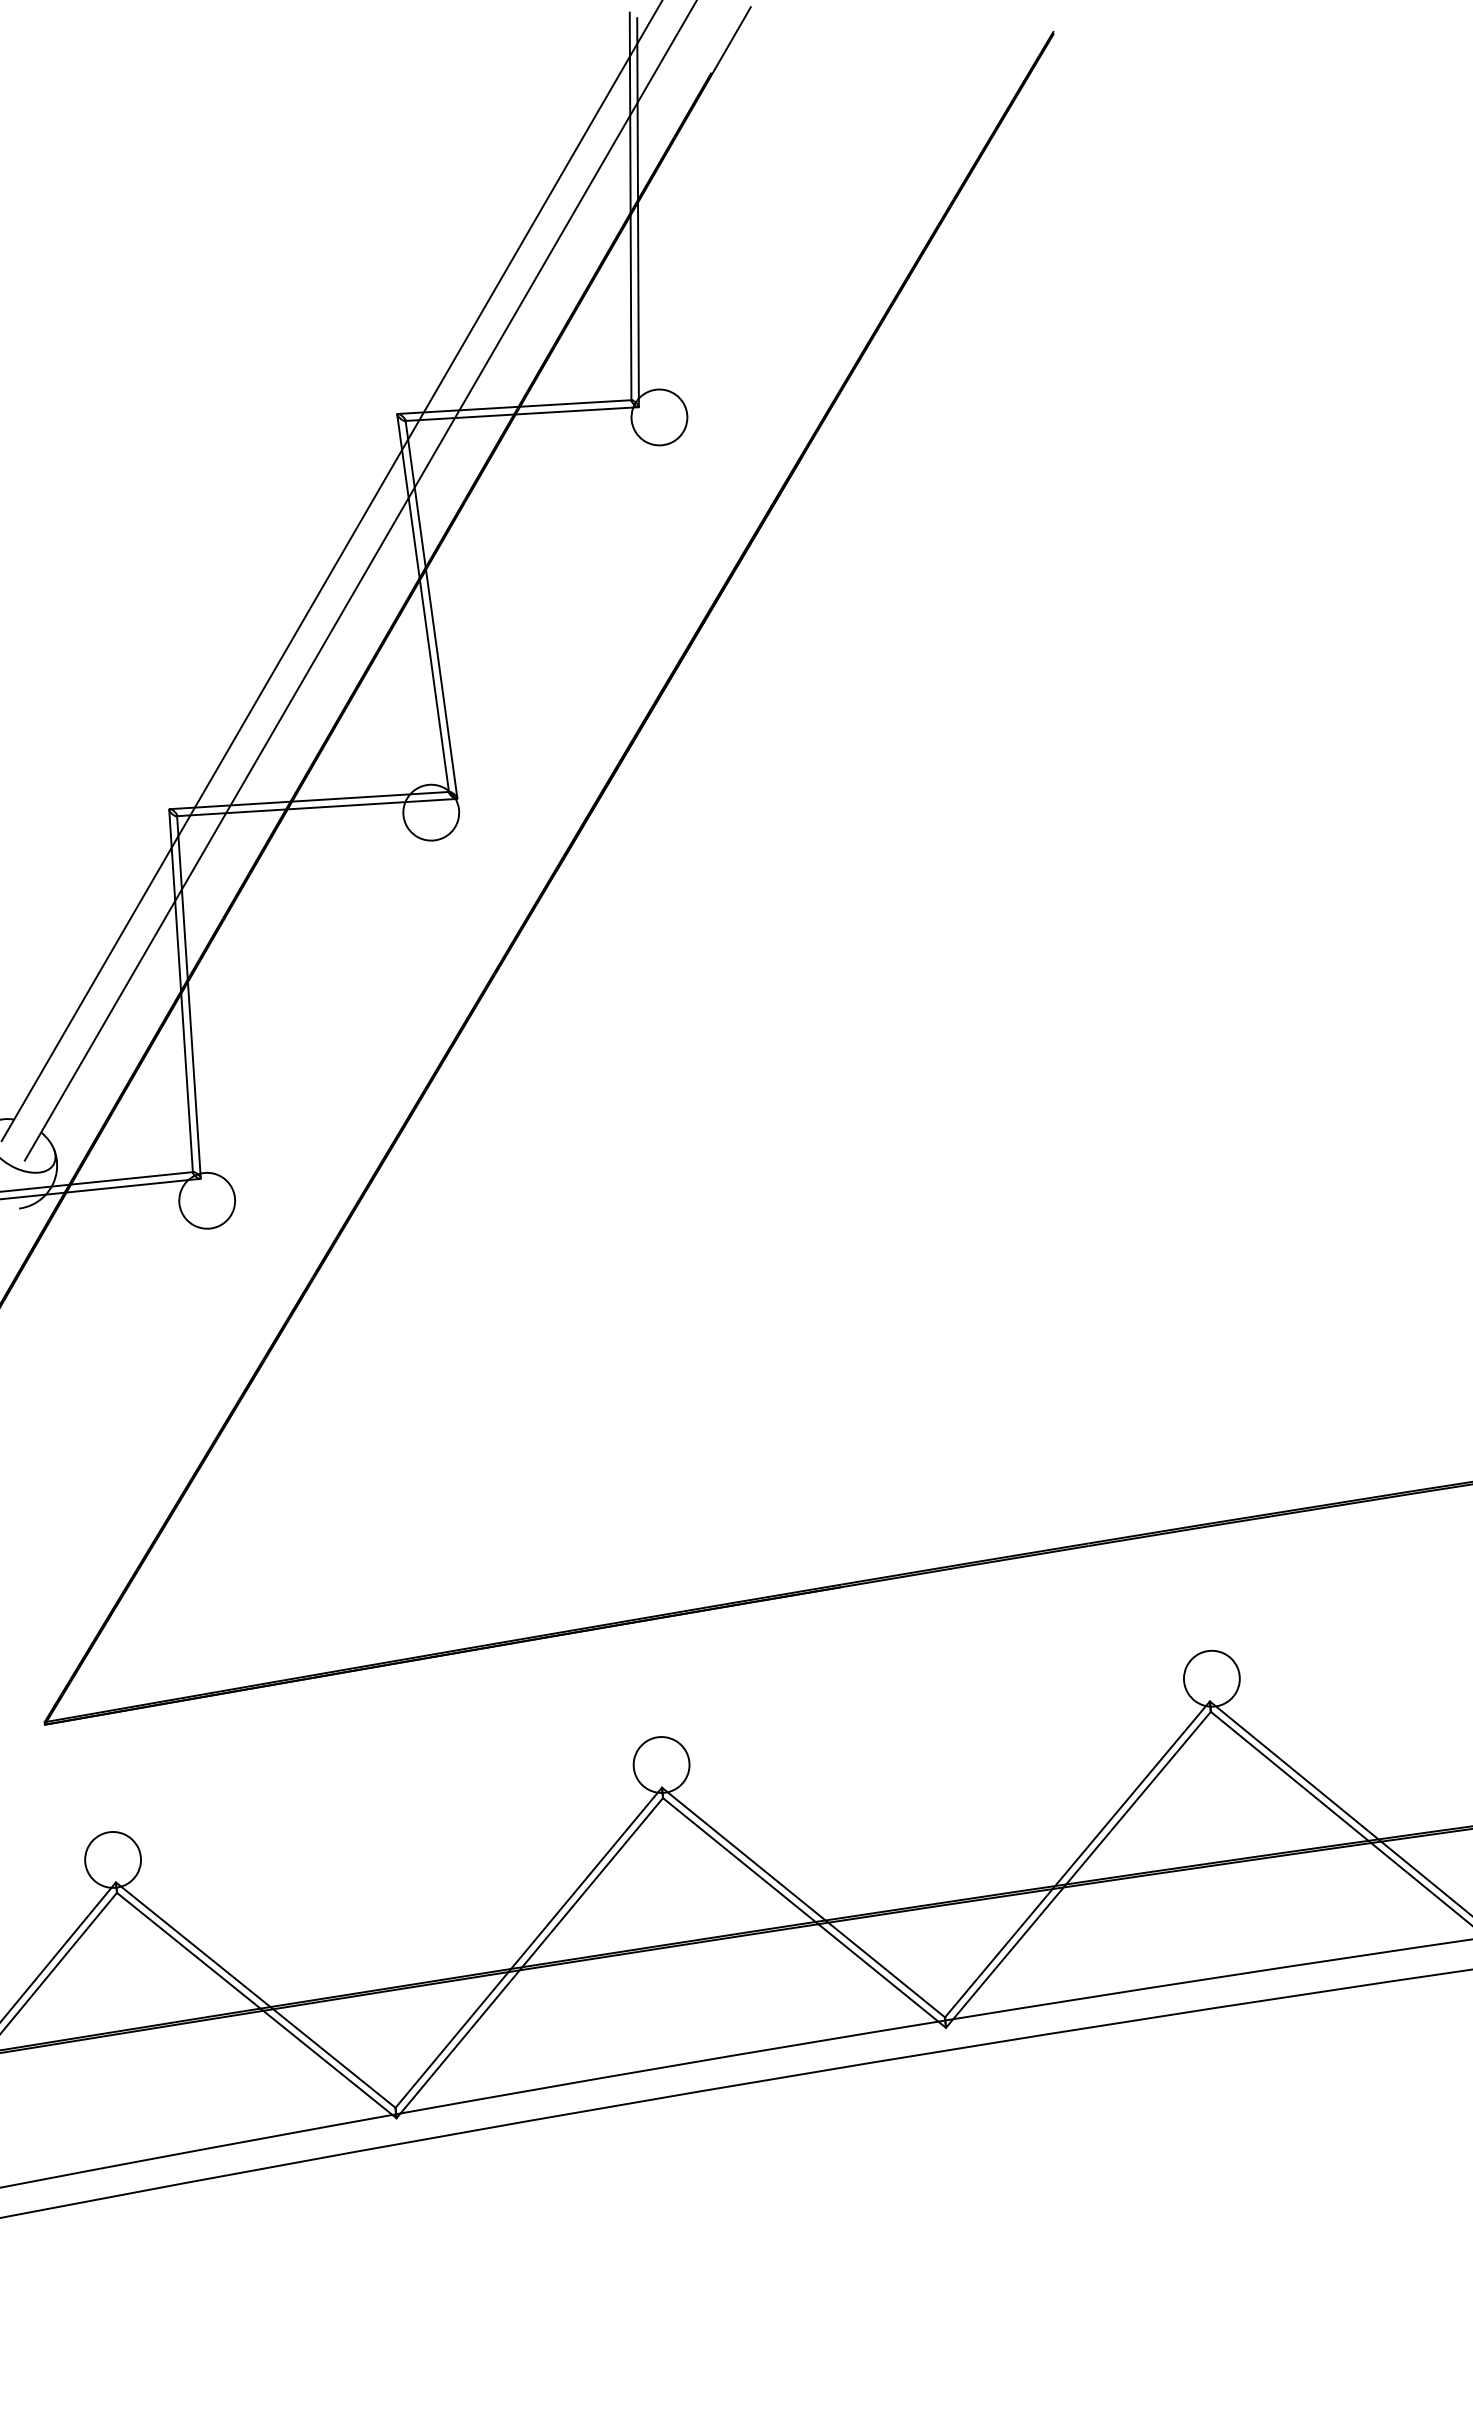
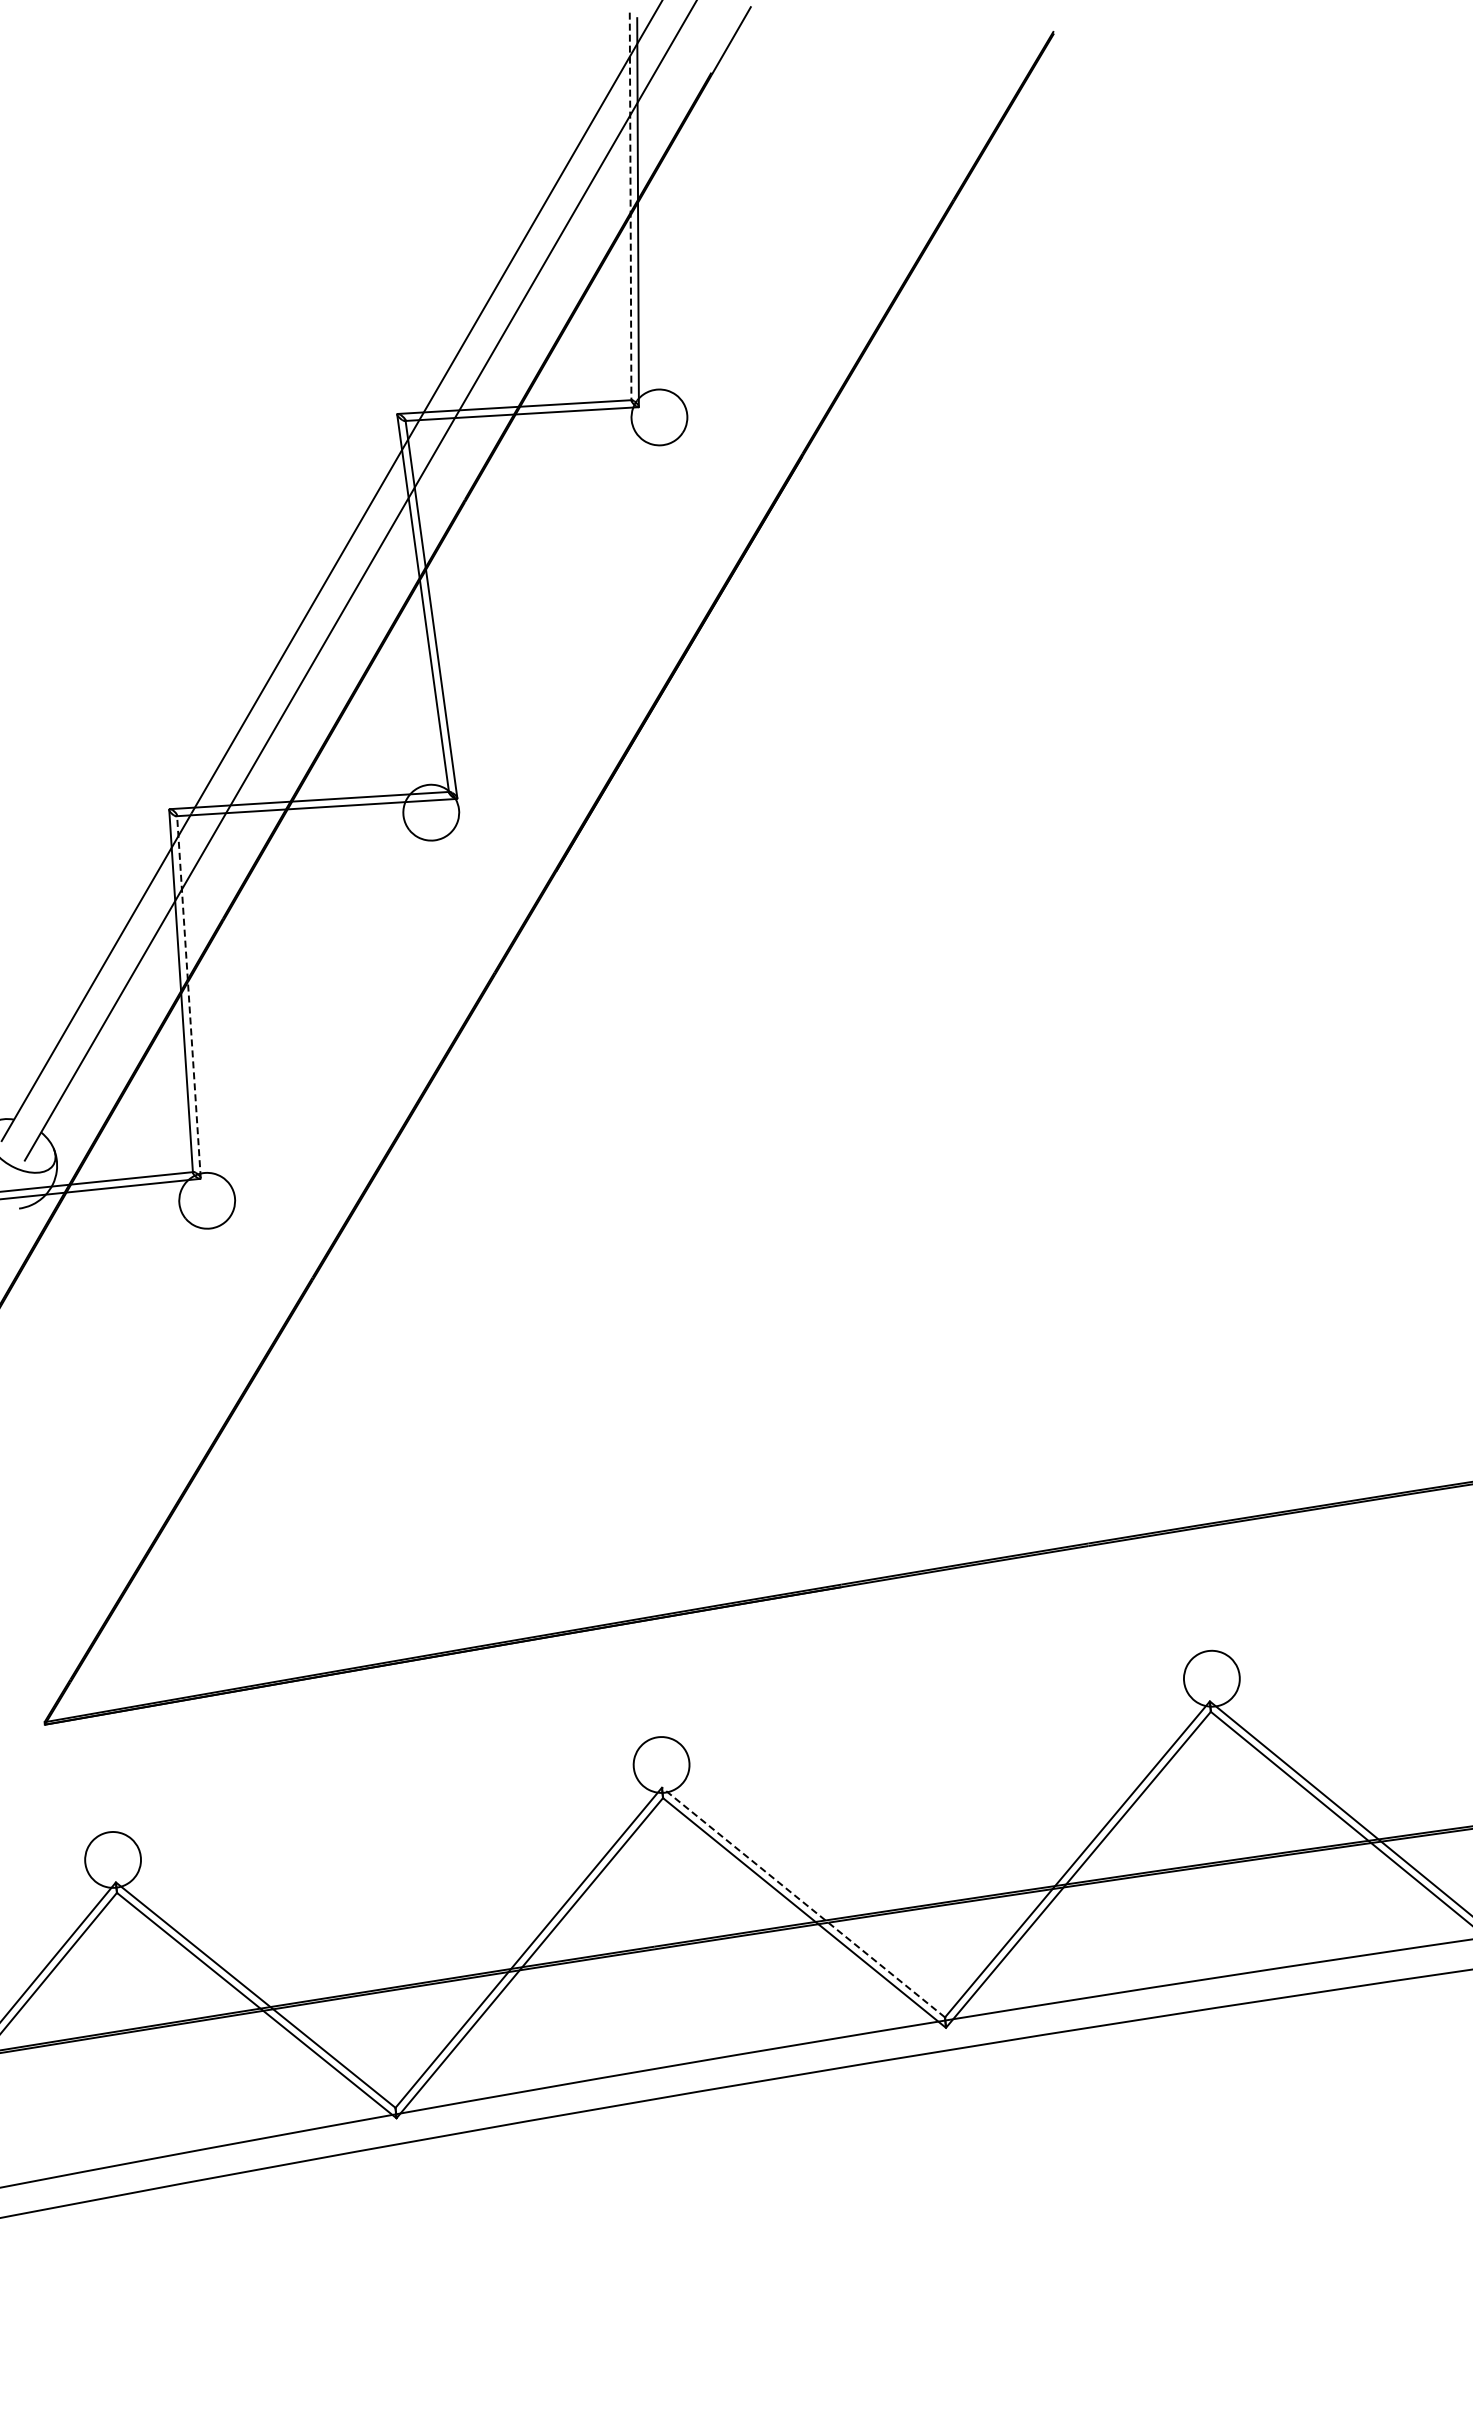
line at (630, 207): solid -> dashed
line at (188, 996): solid -> dashed
line at (803, 1902): solid -> dashed
